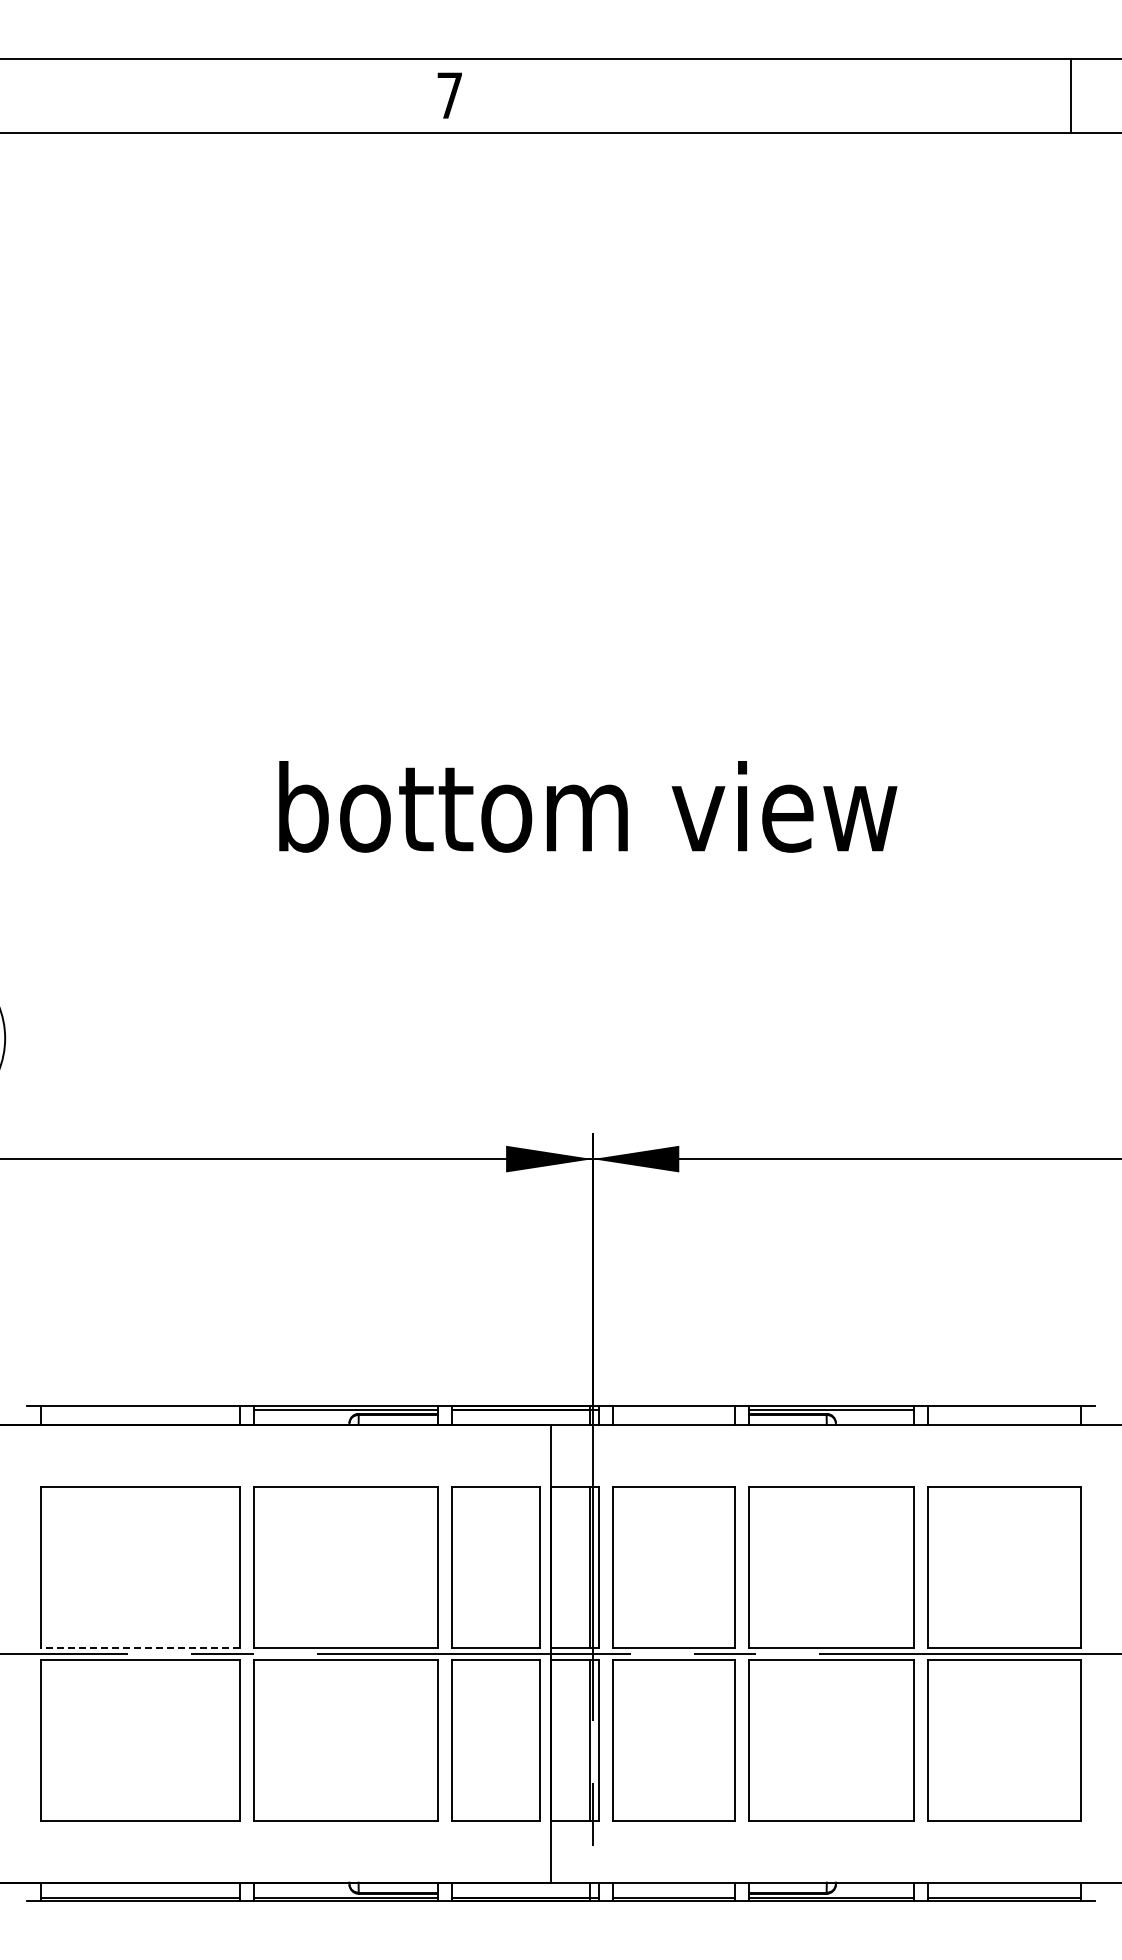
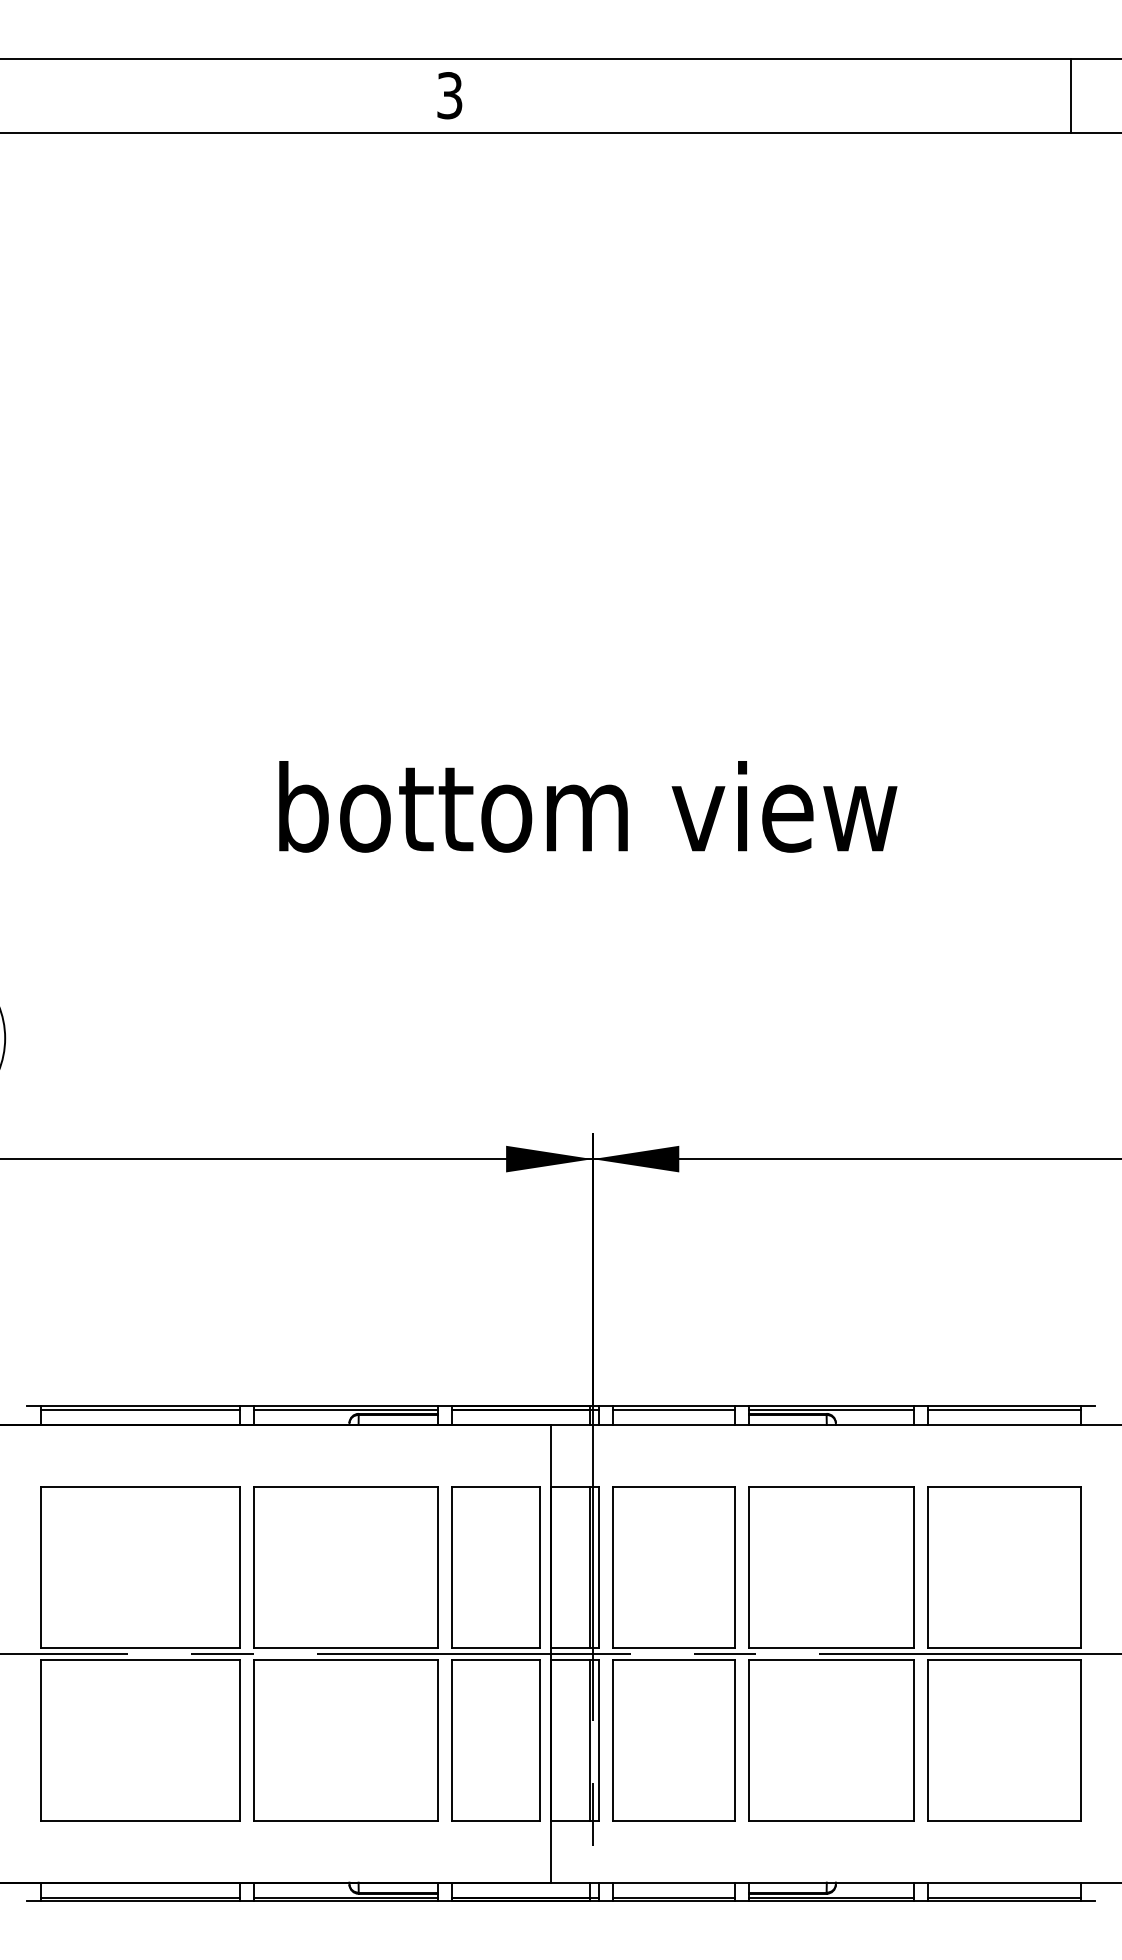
text at (449, 95): 7 -> 3
line at (140, 1409): none -> present
line at (673, 1409): none -> present
line at (1004, 1409): none -> present
line at (140, 1647): dashed -> solid
